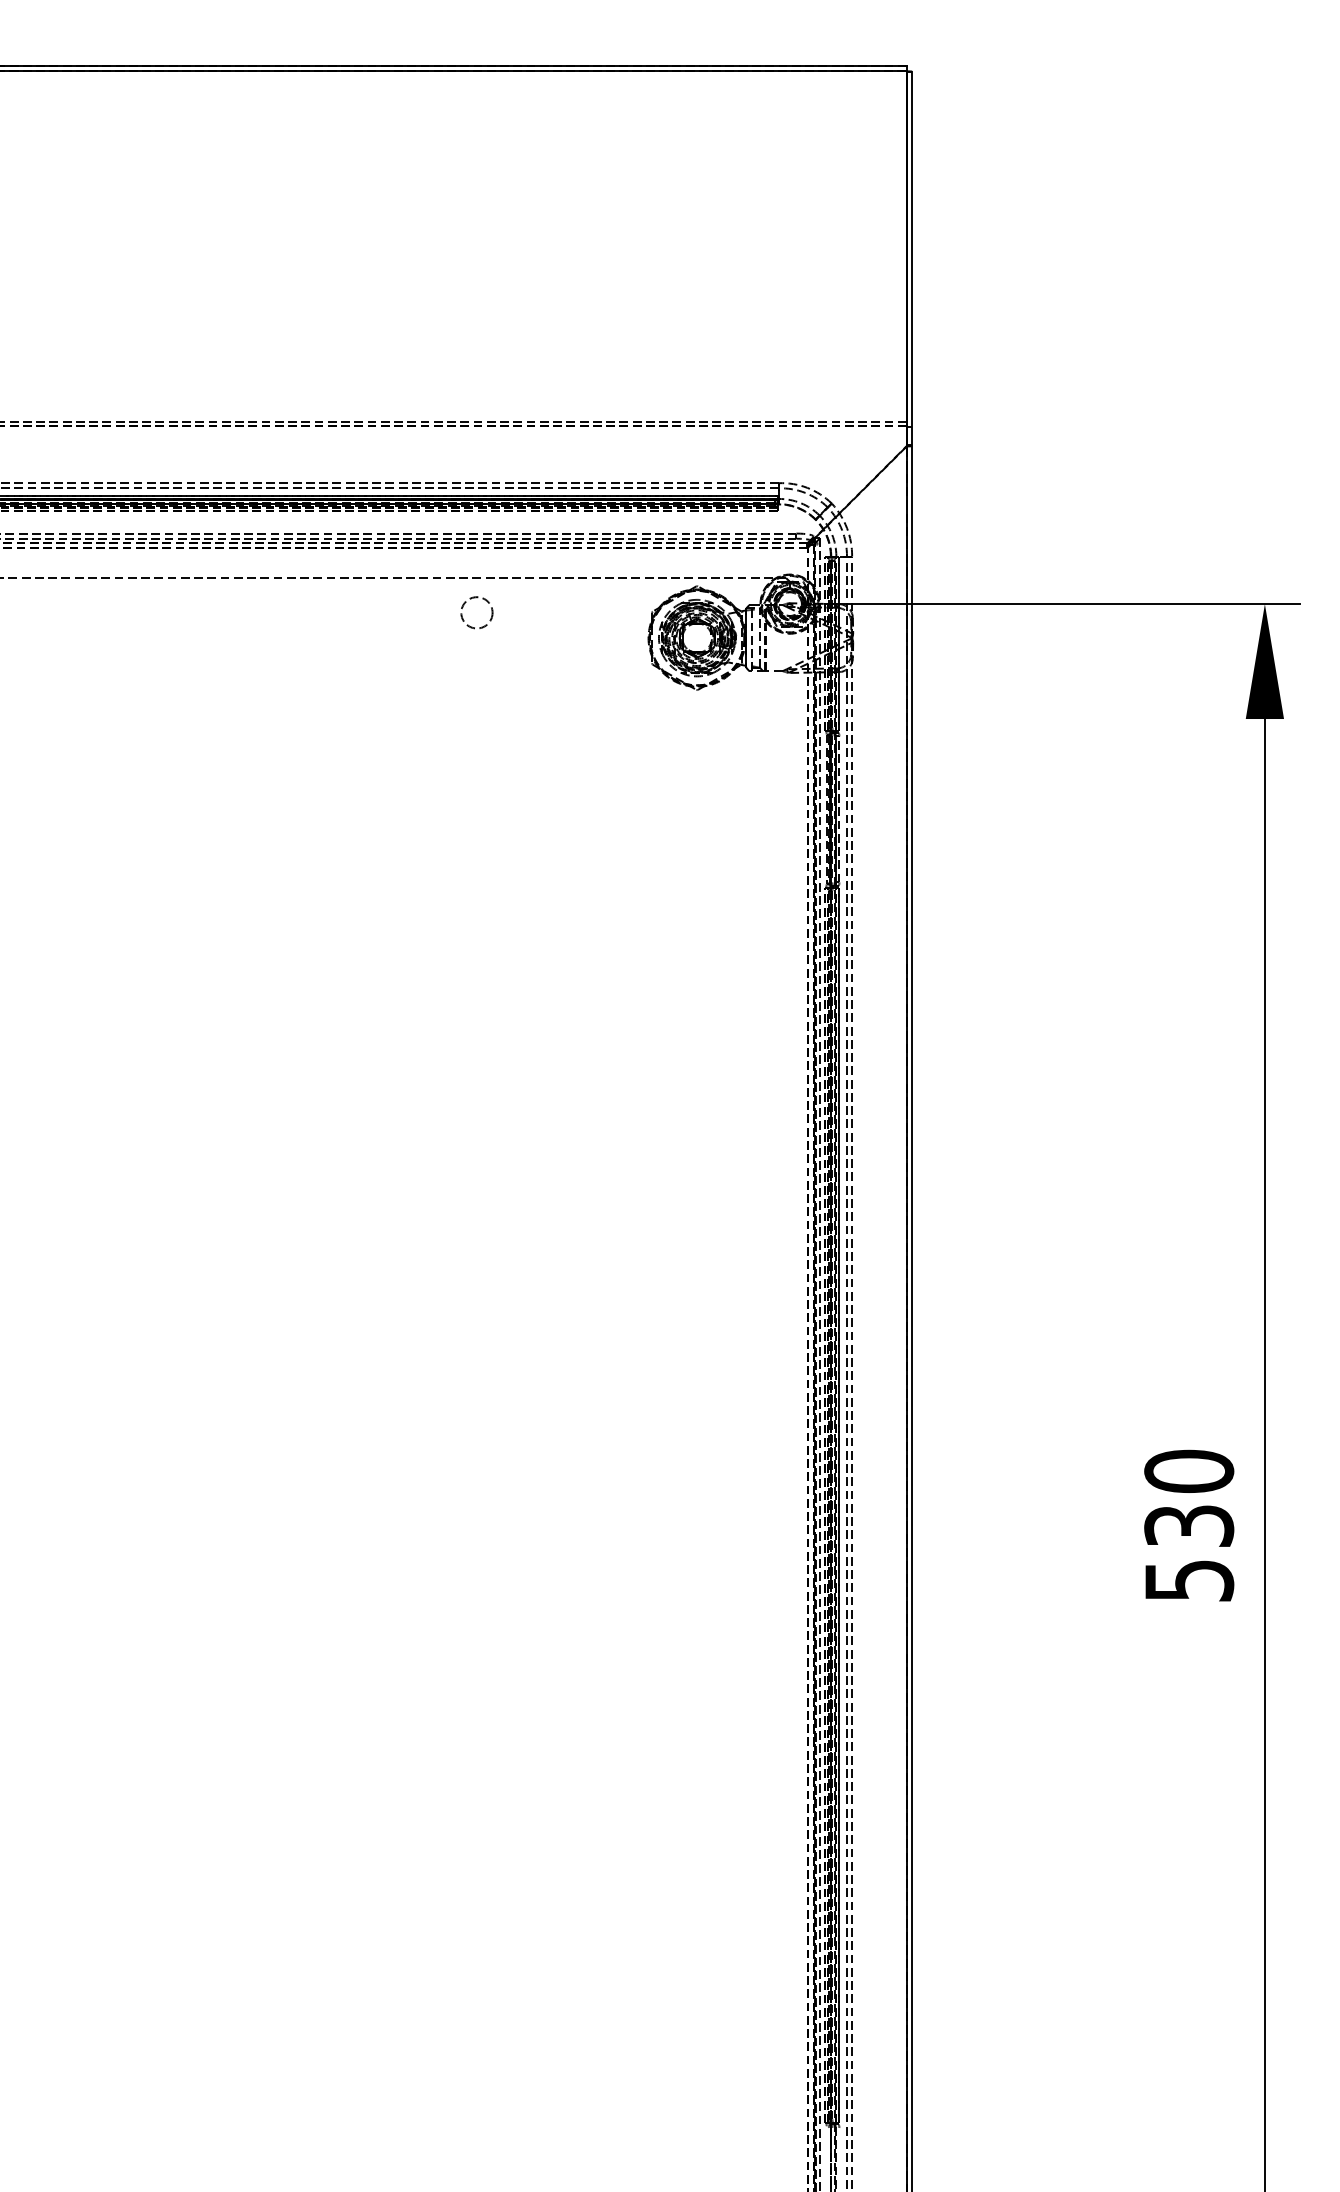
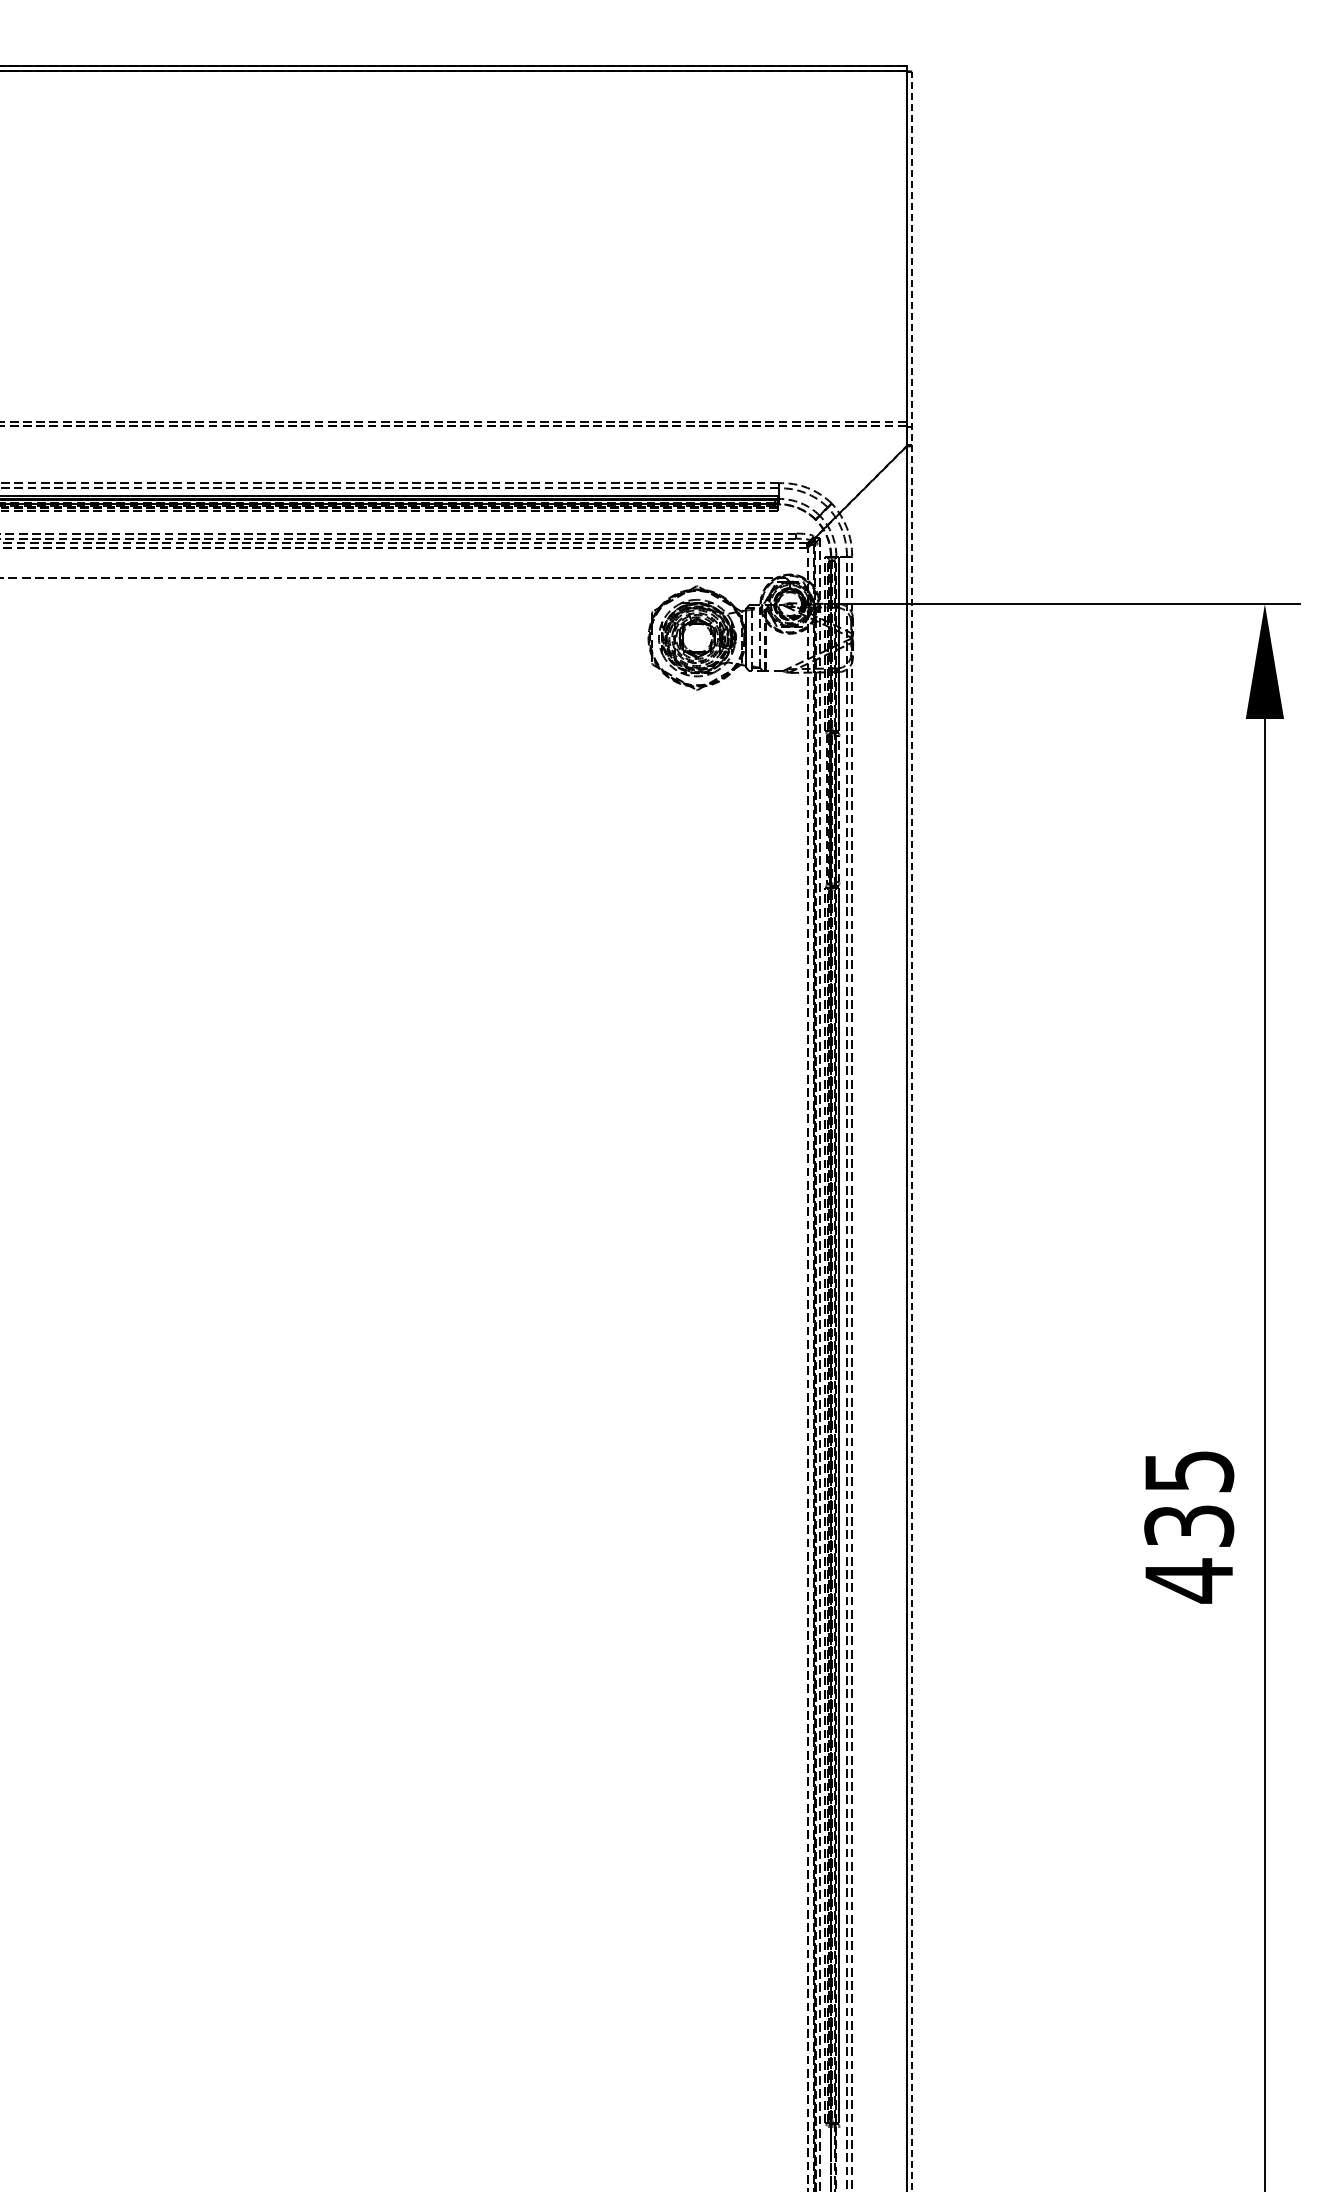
circle at (476, 612): present -> none
line at (912, 1131): solid -> dashed
text at (1189, 1526): 530 -> 435
